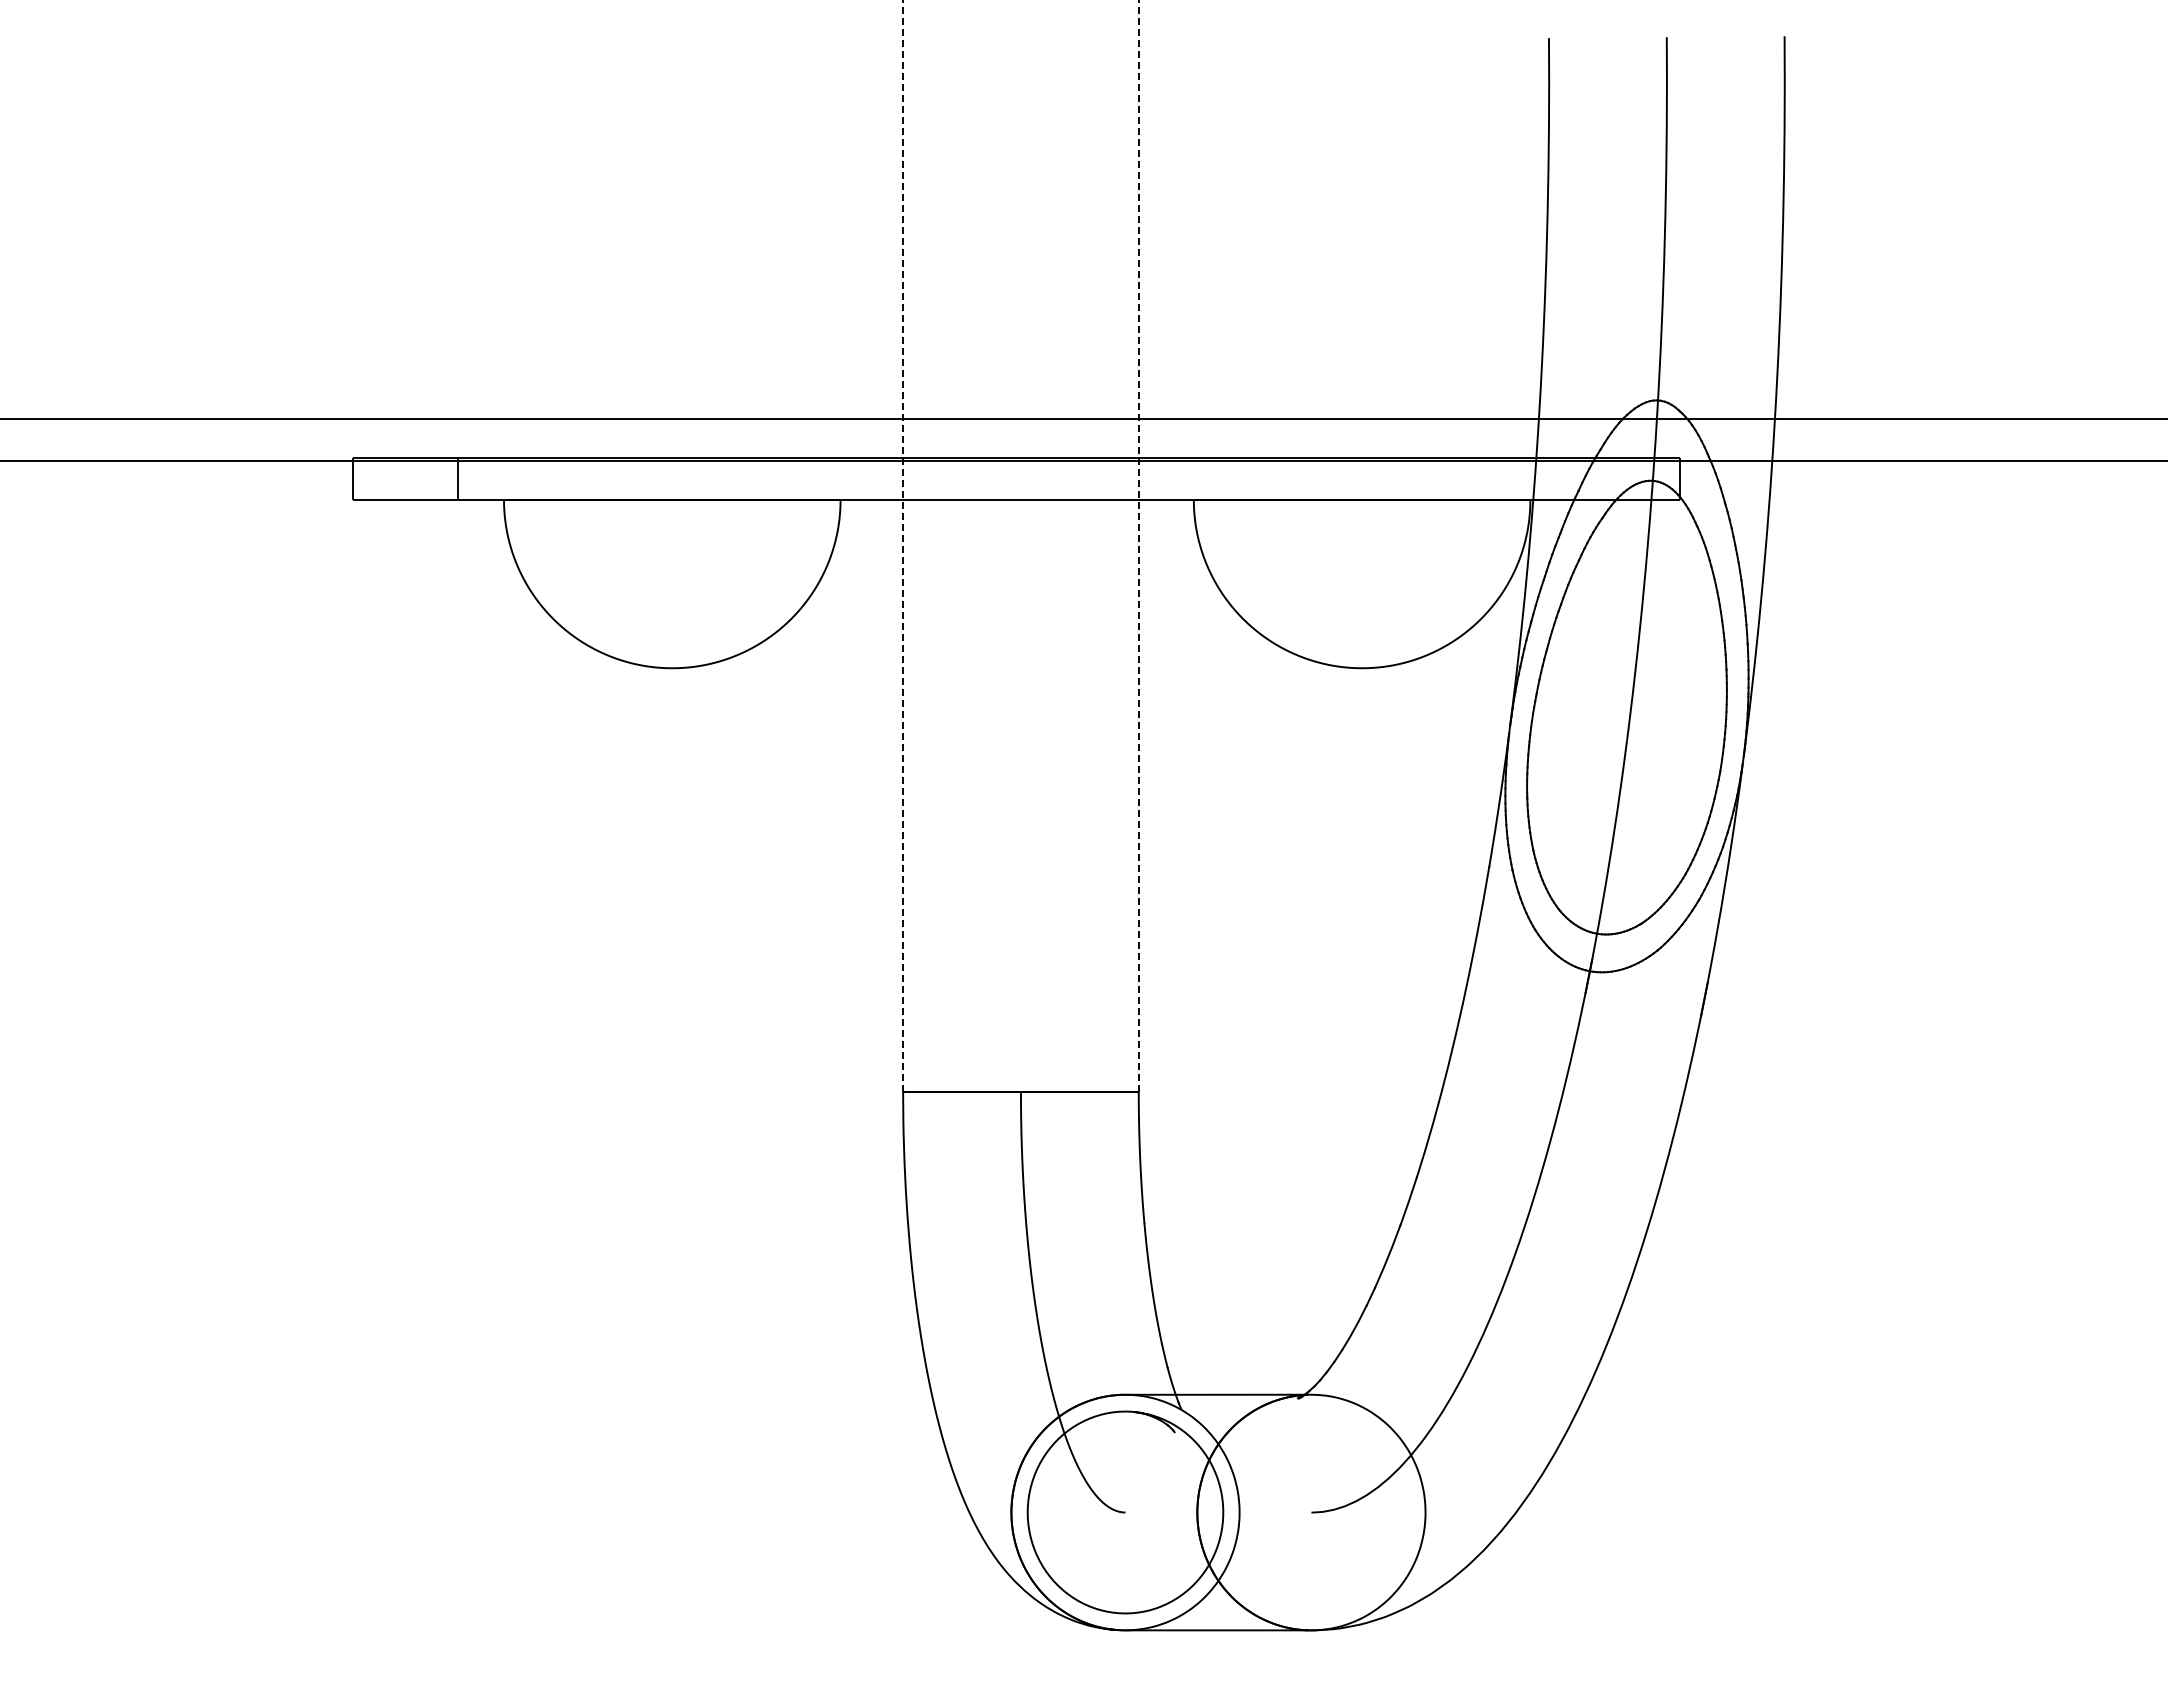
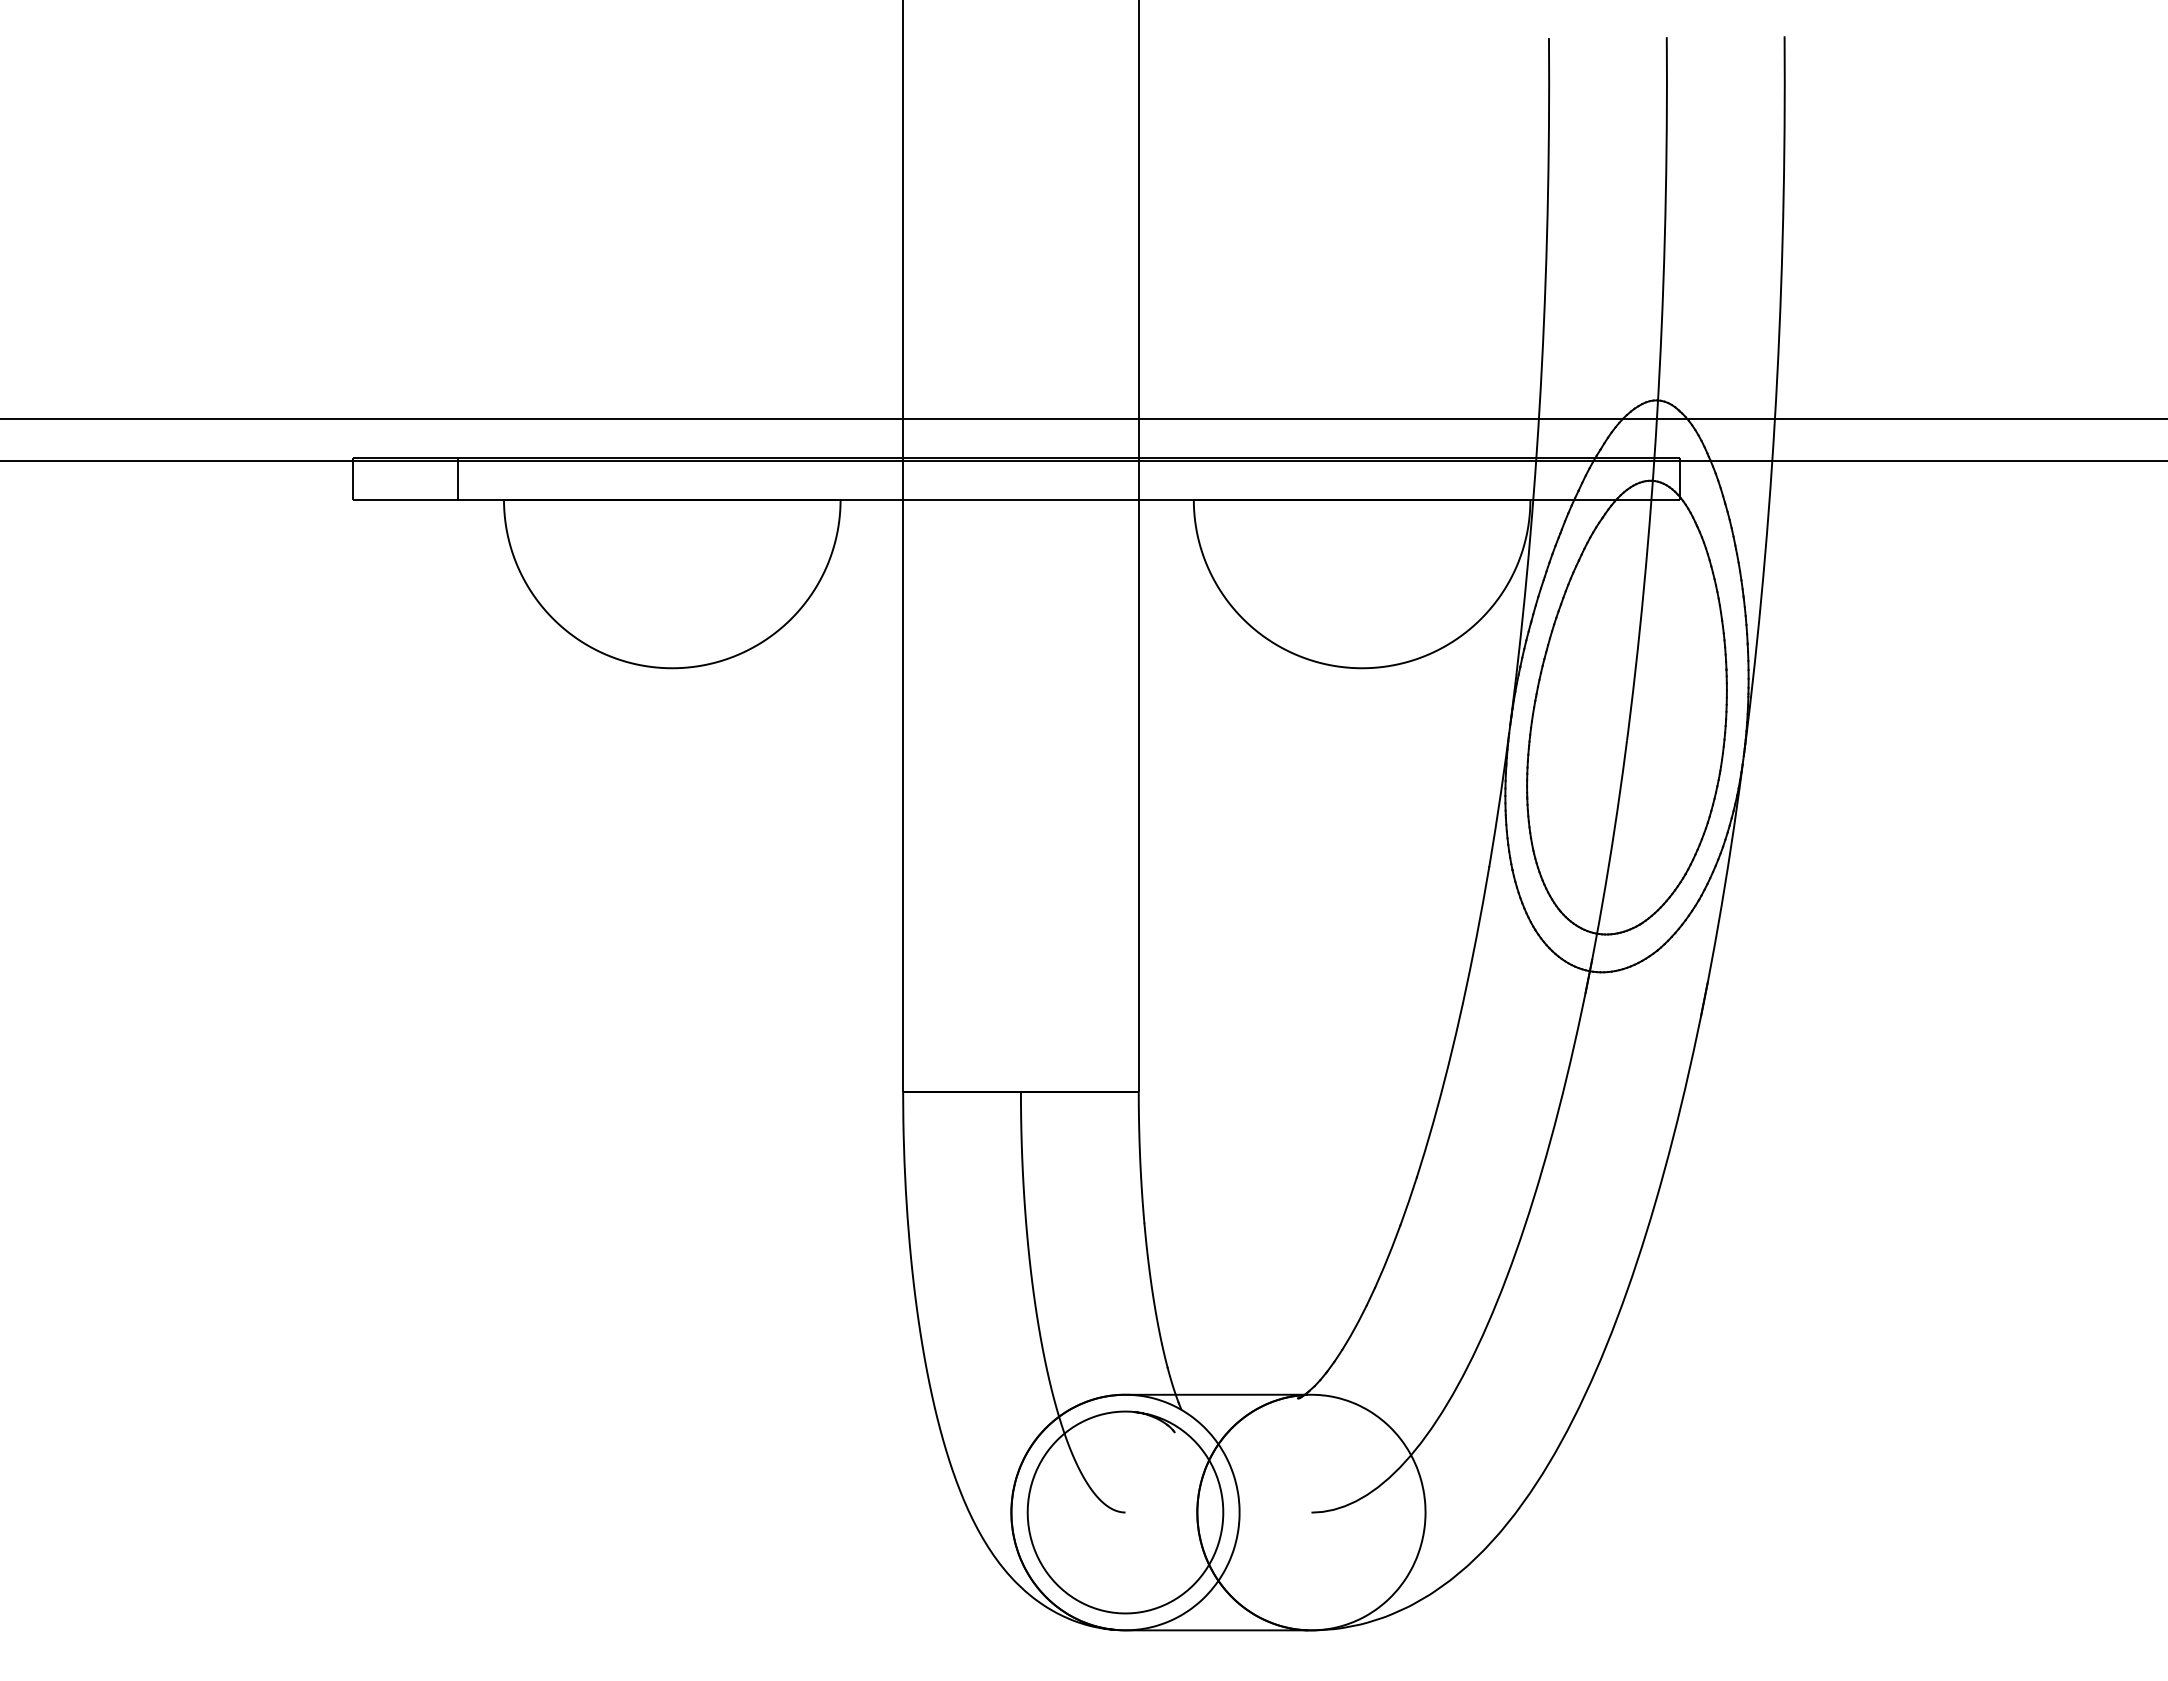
line at (903, 545): dashed -> solid
line at (1138, 545): dashed -> solid
